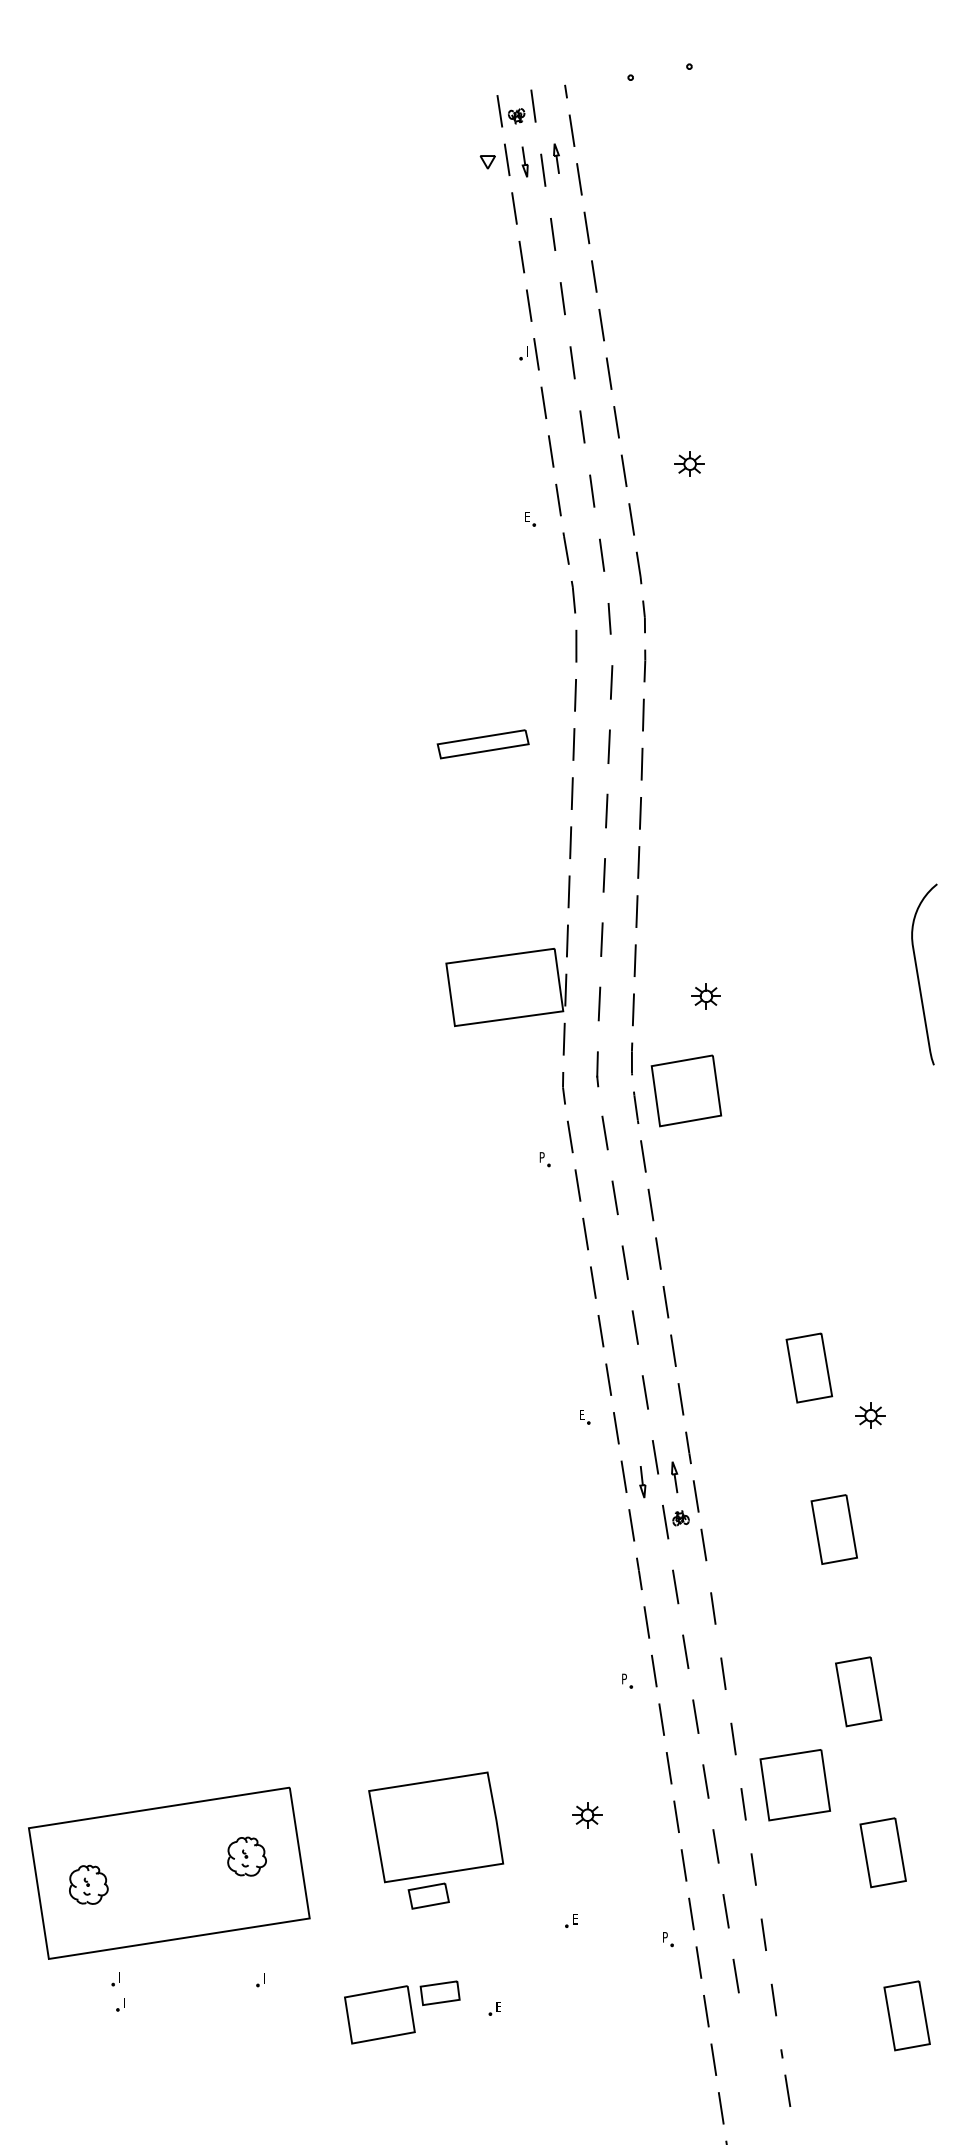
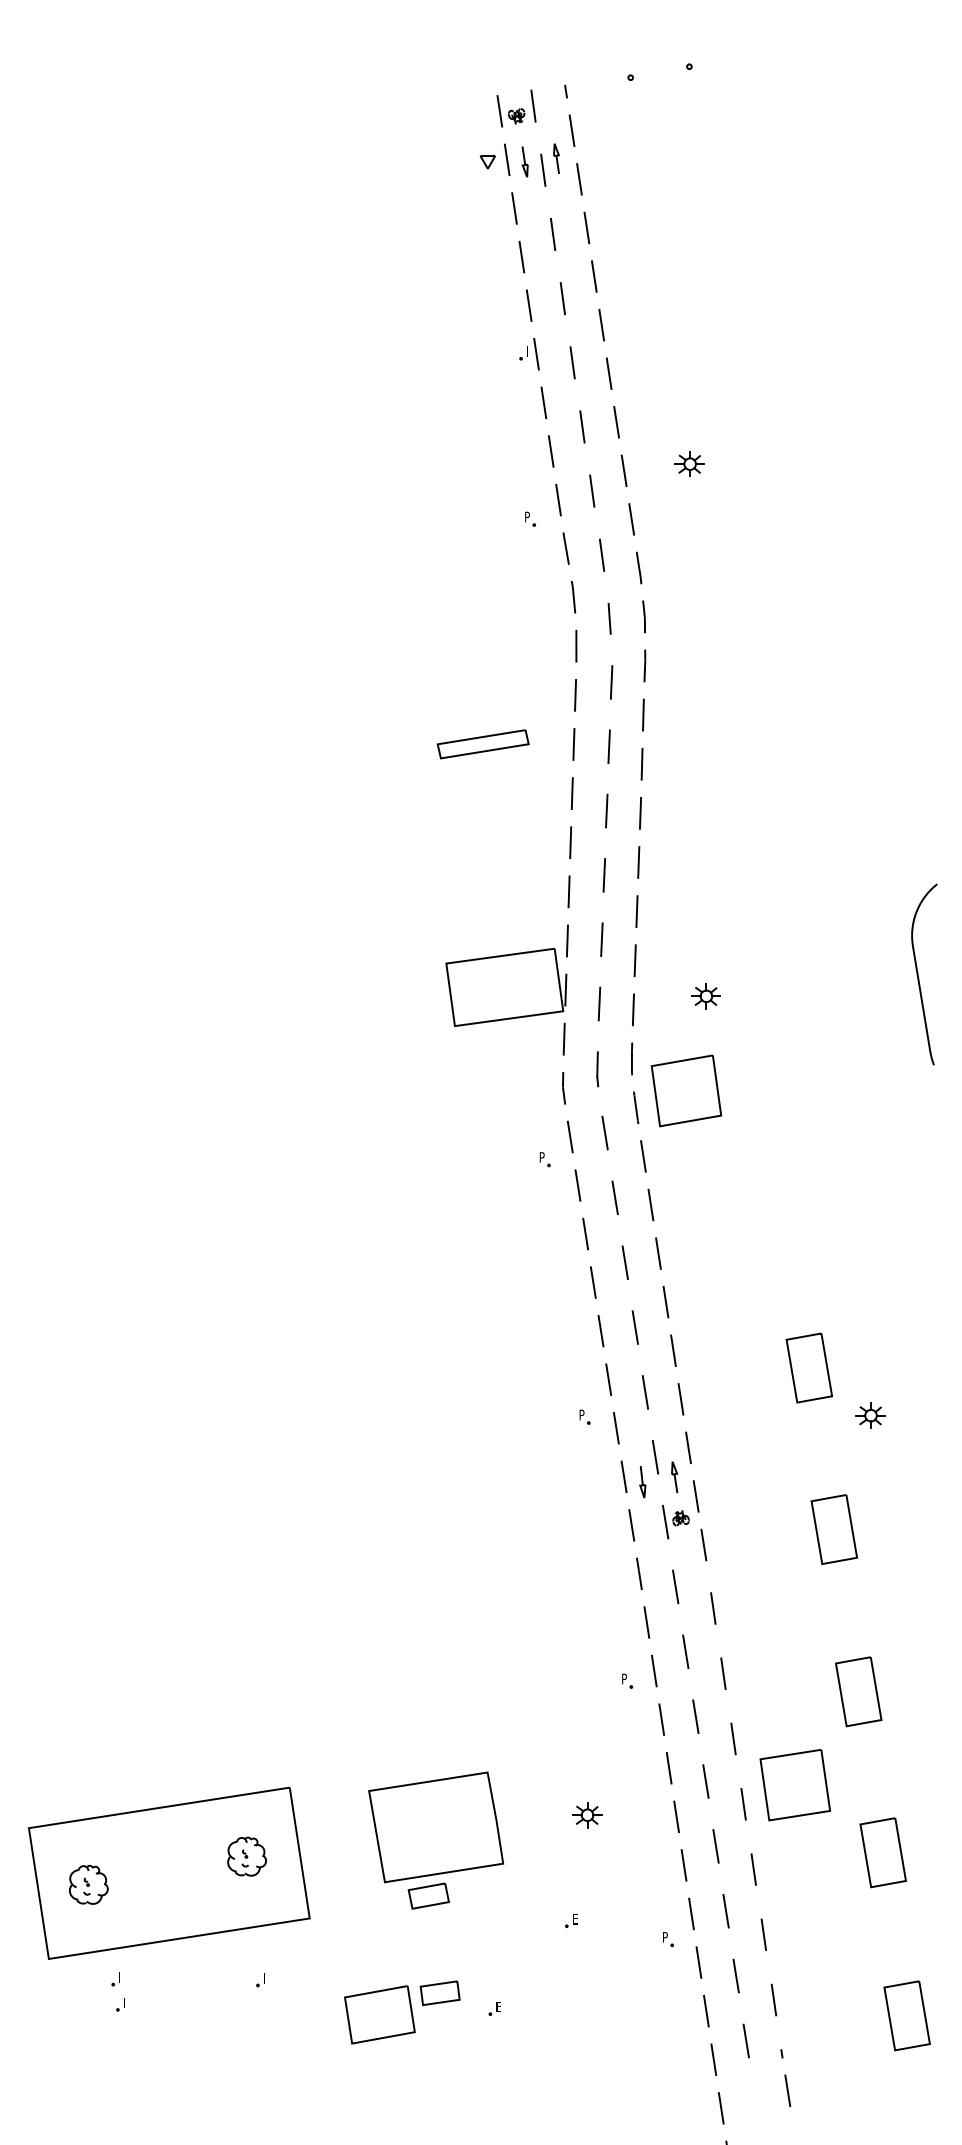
text at (527, 516): E -> P
text at (581, 1414): E -> P
line at (745, 2040): none -> present
